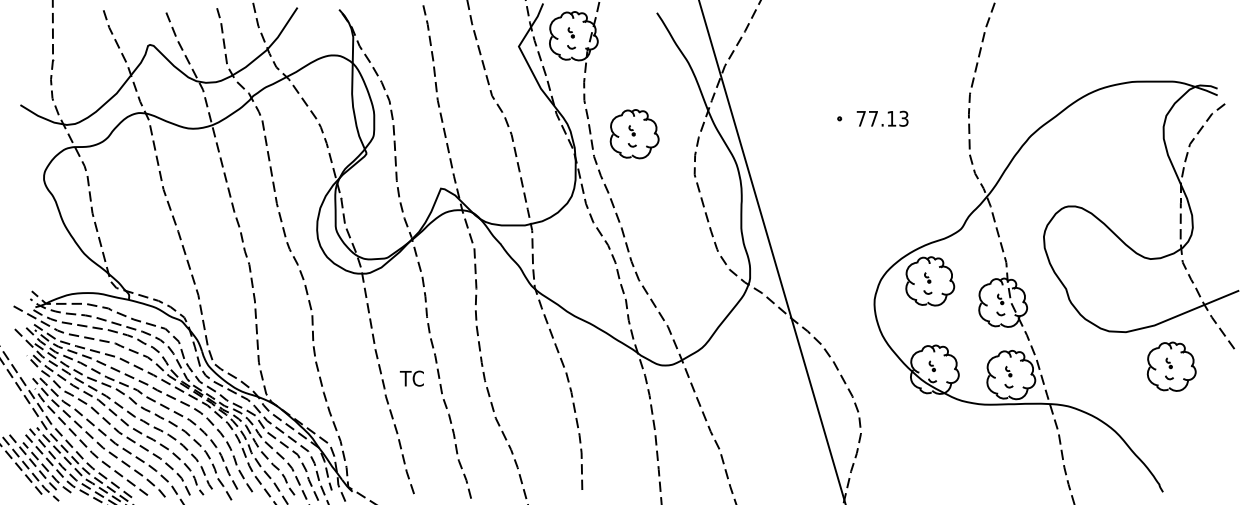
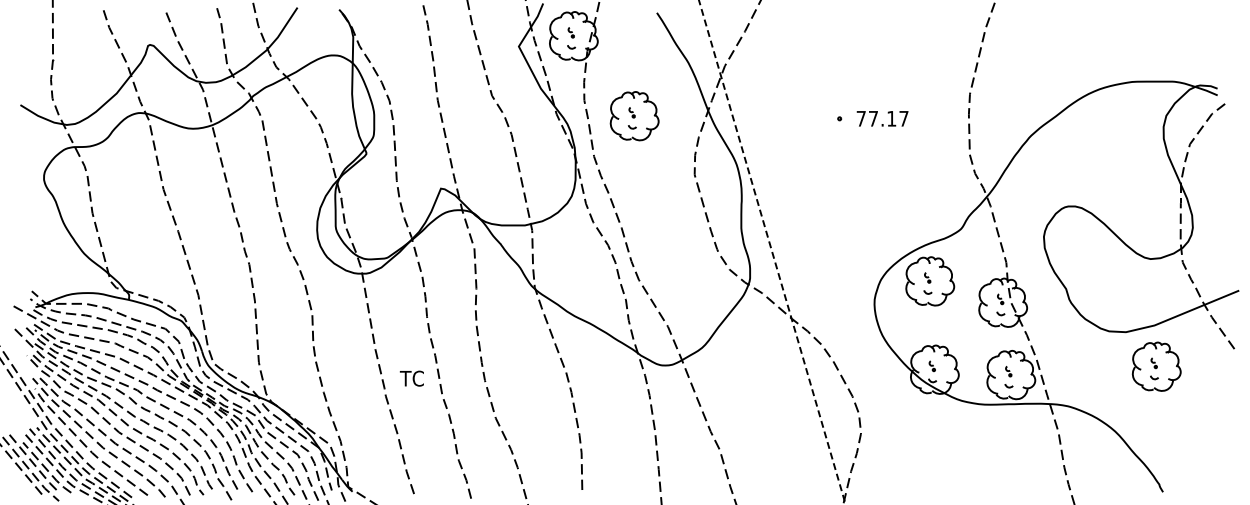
text at (903, 118): 77.13 -> 77.17
part at (634, 134) position: (634, 134) -> (634, 116)
line at (772, 252): solid -> dashed
part at (1171, 366) position: (1171, 366) -> (1156, 366)
